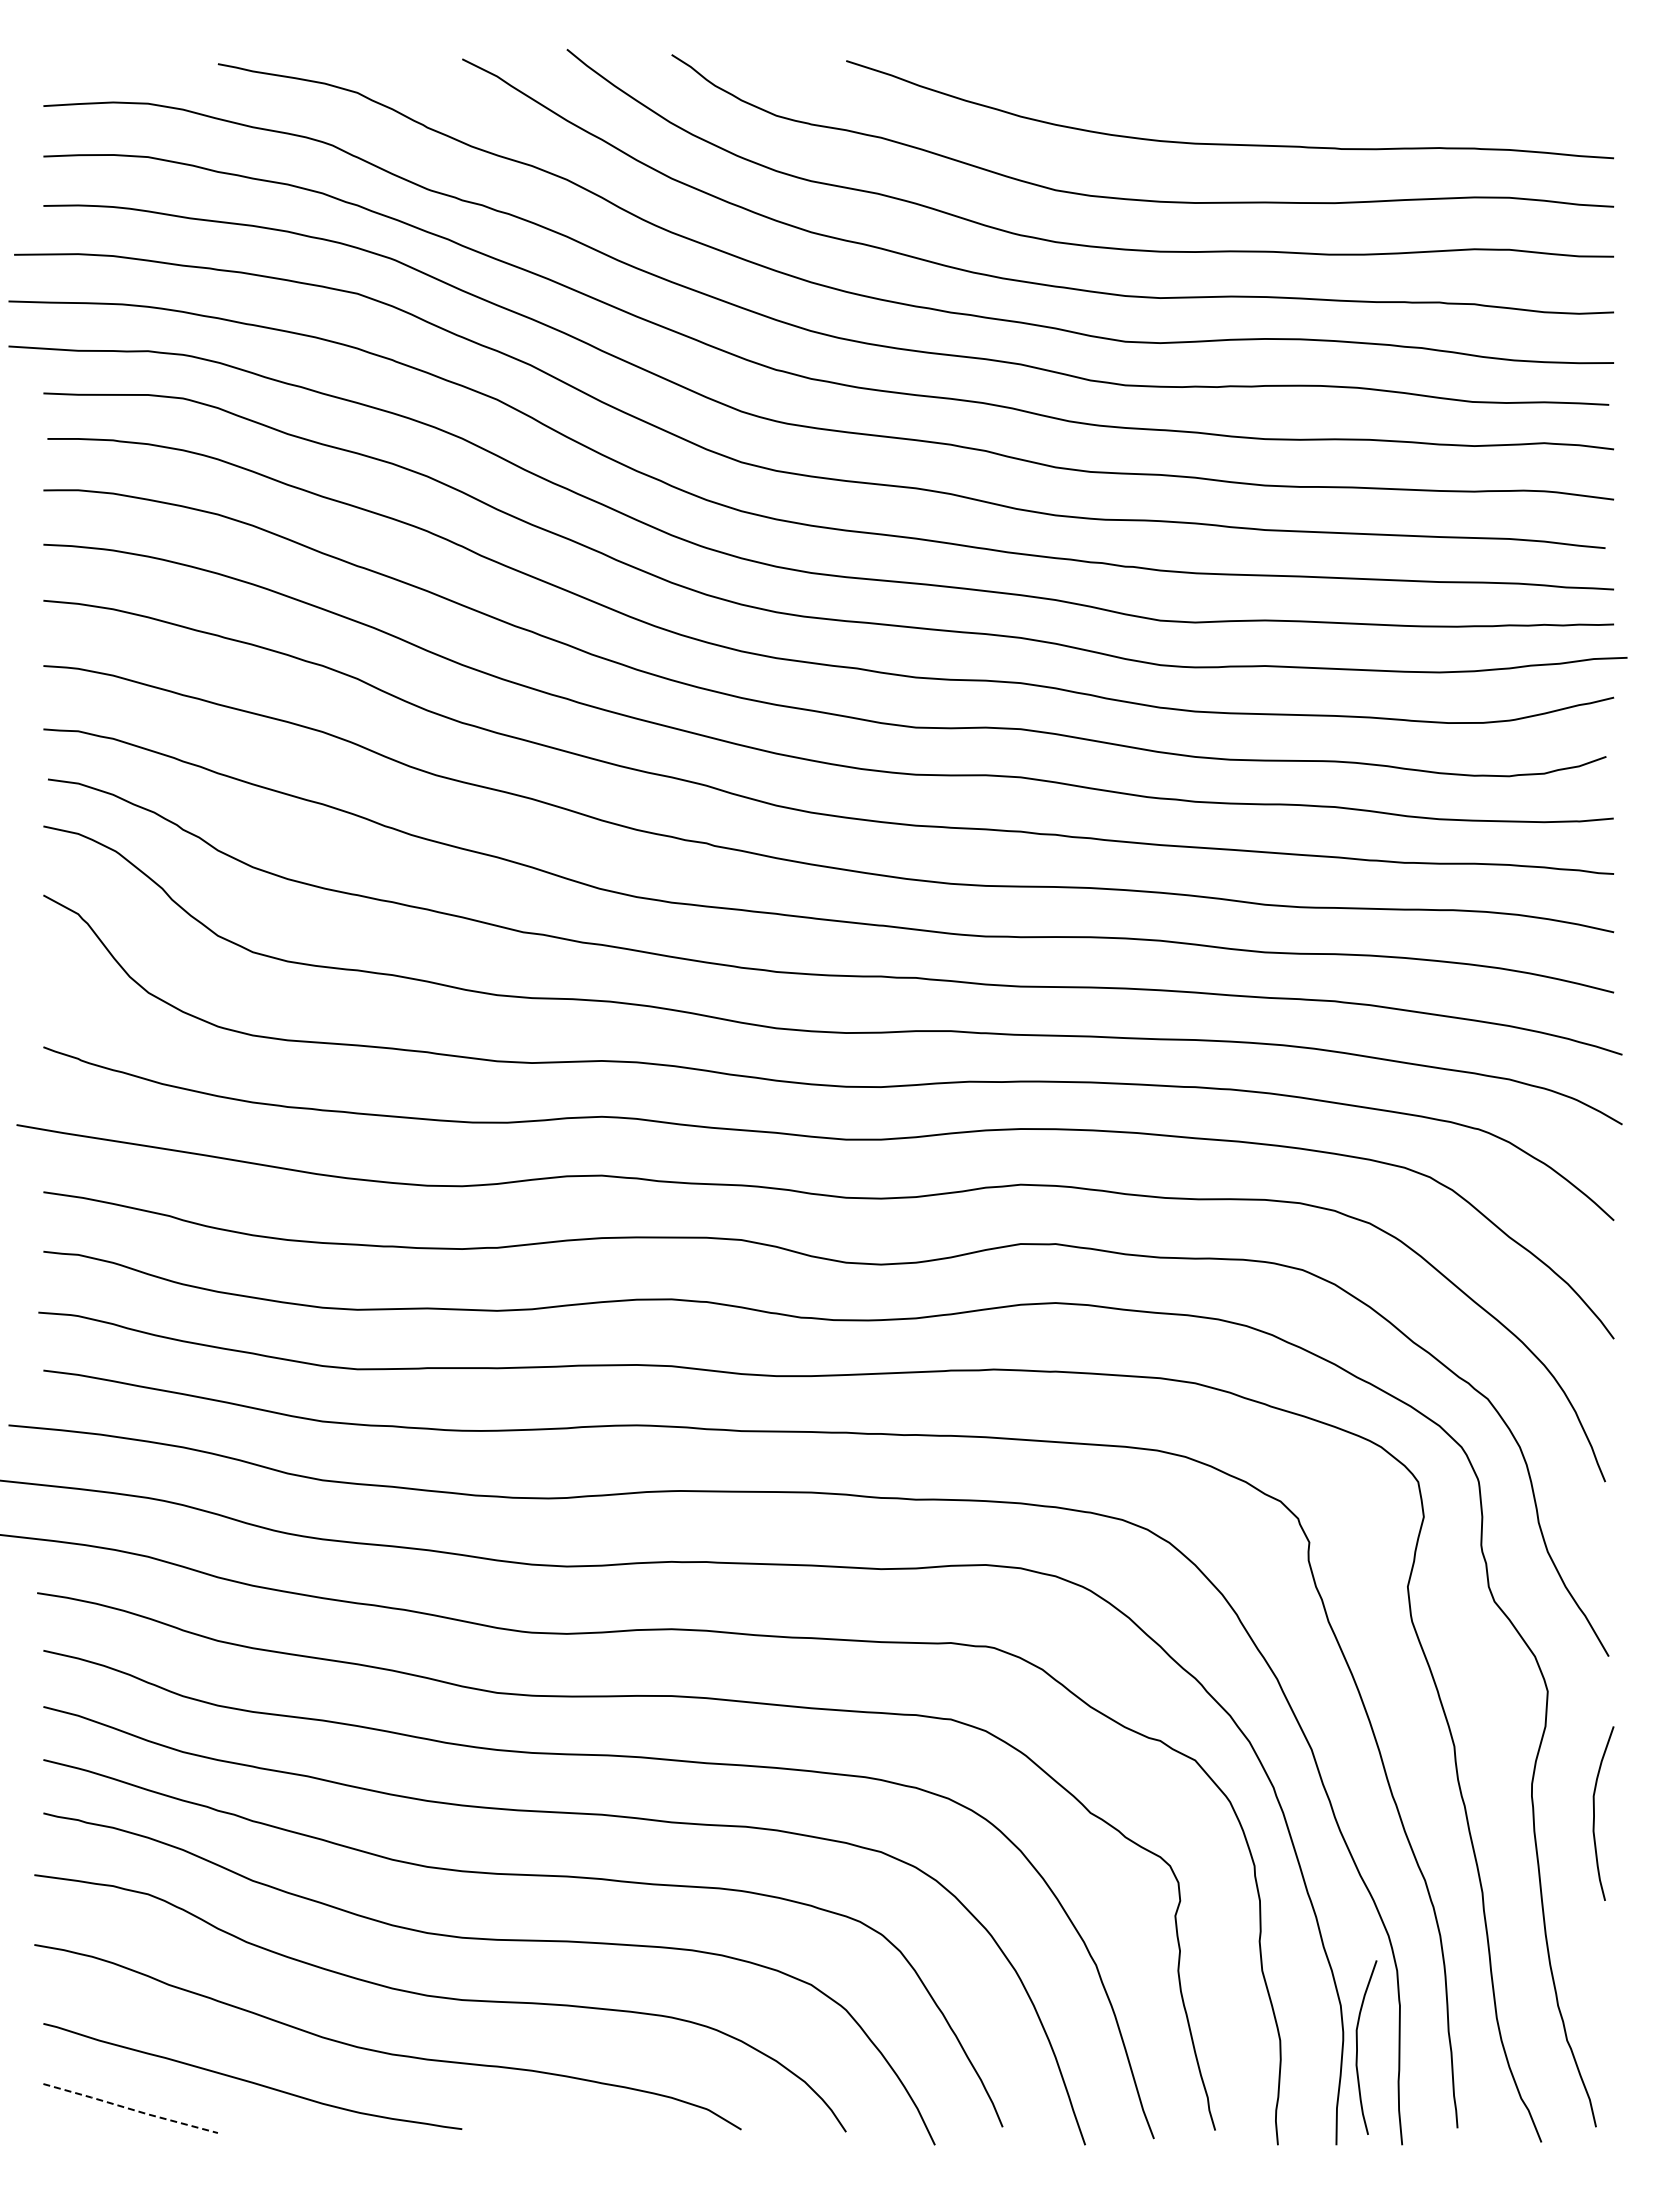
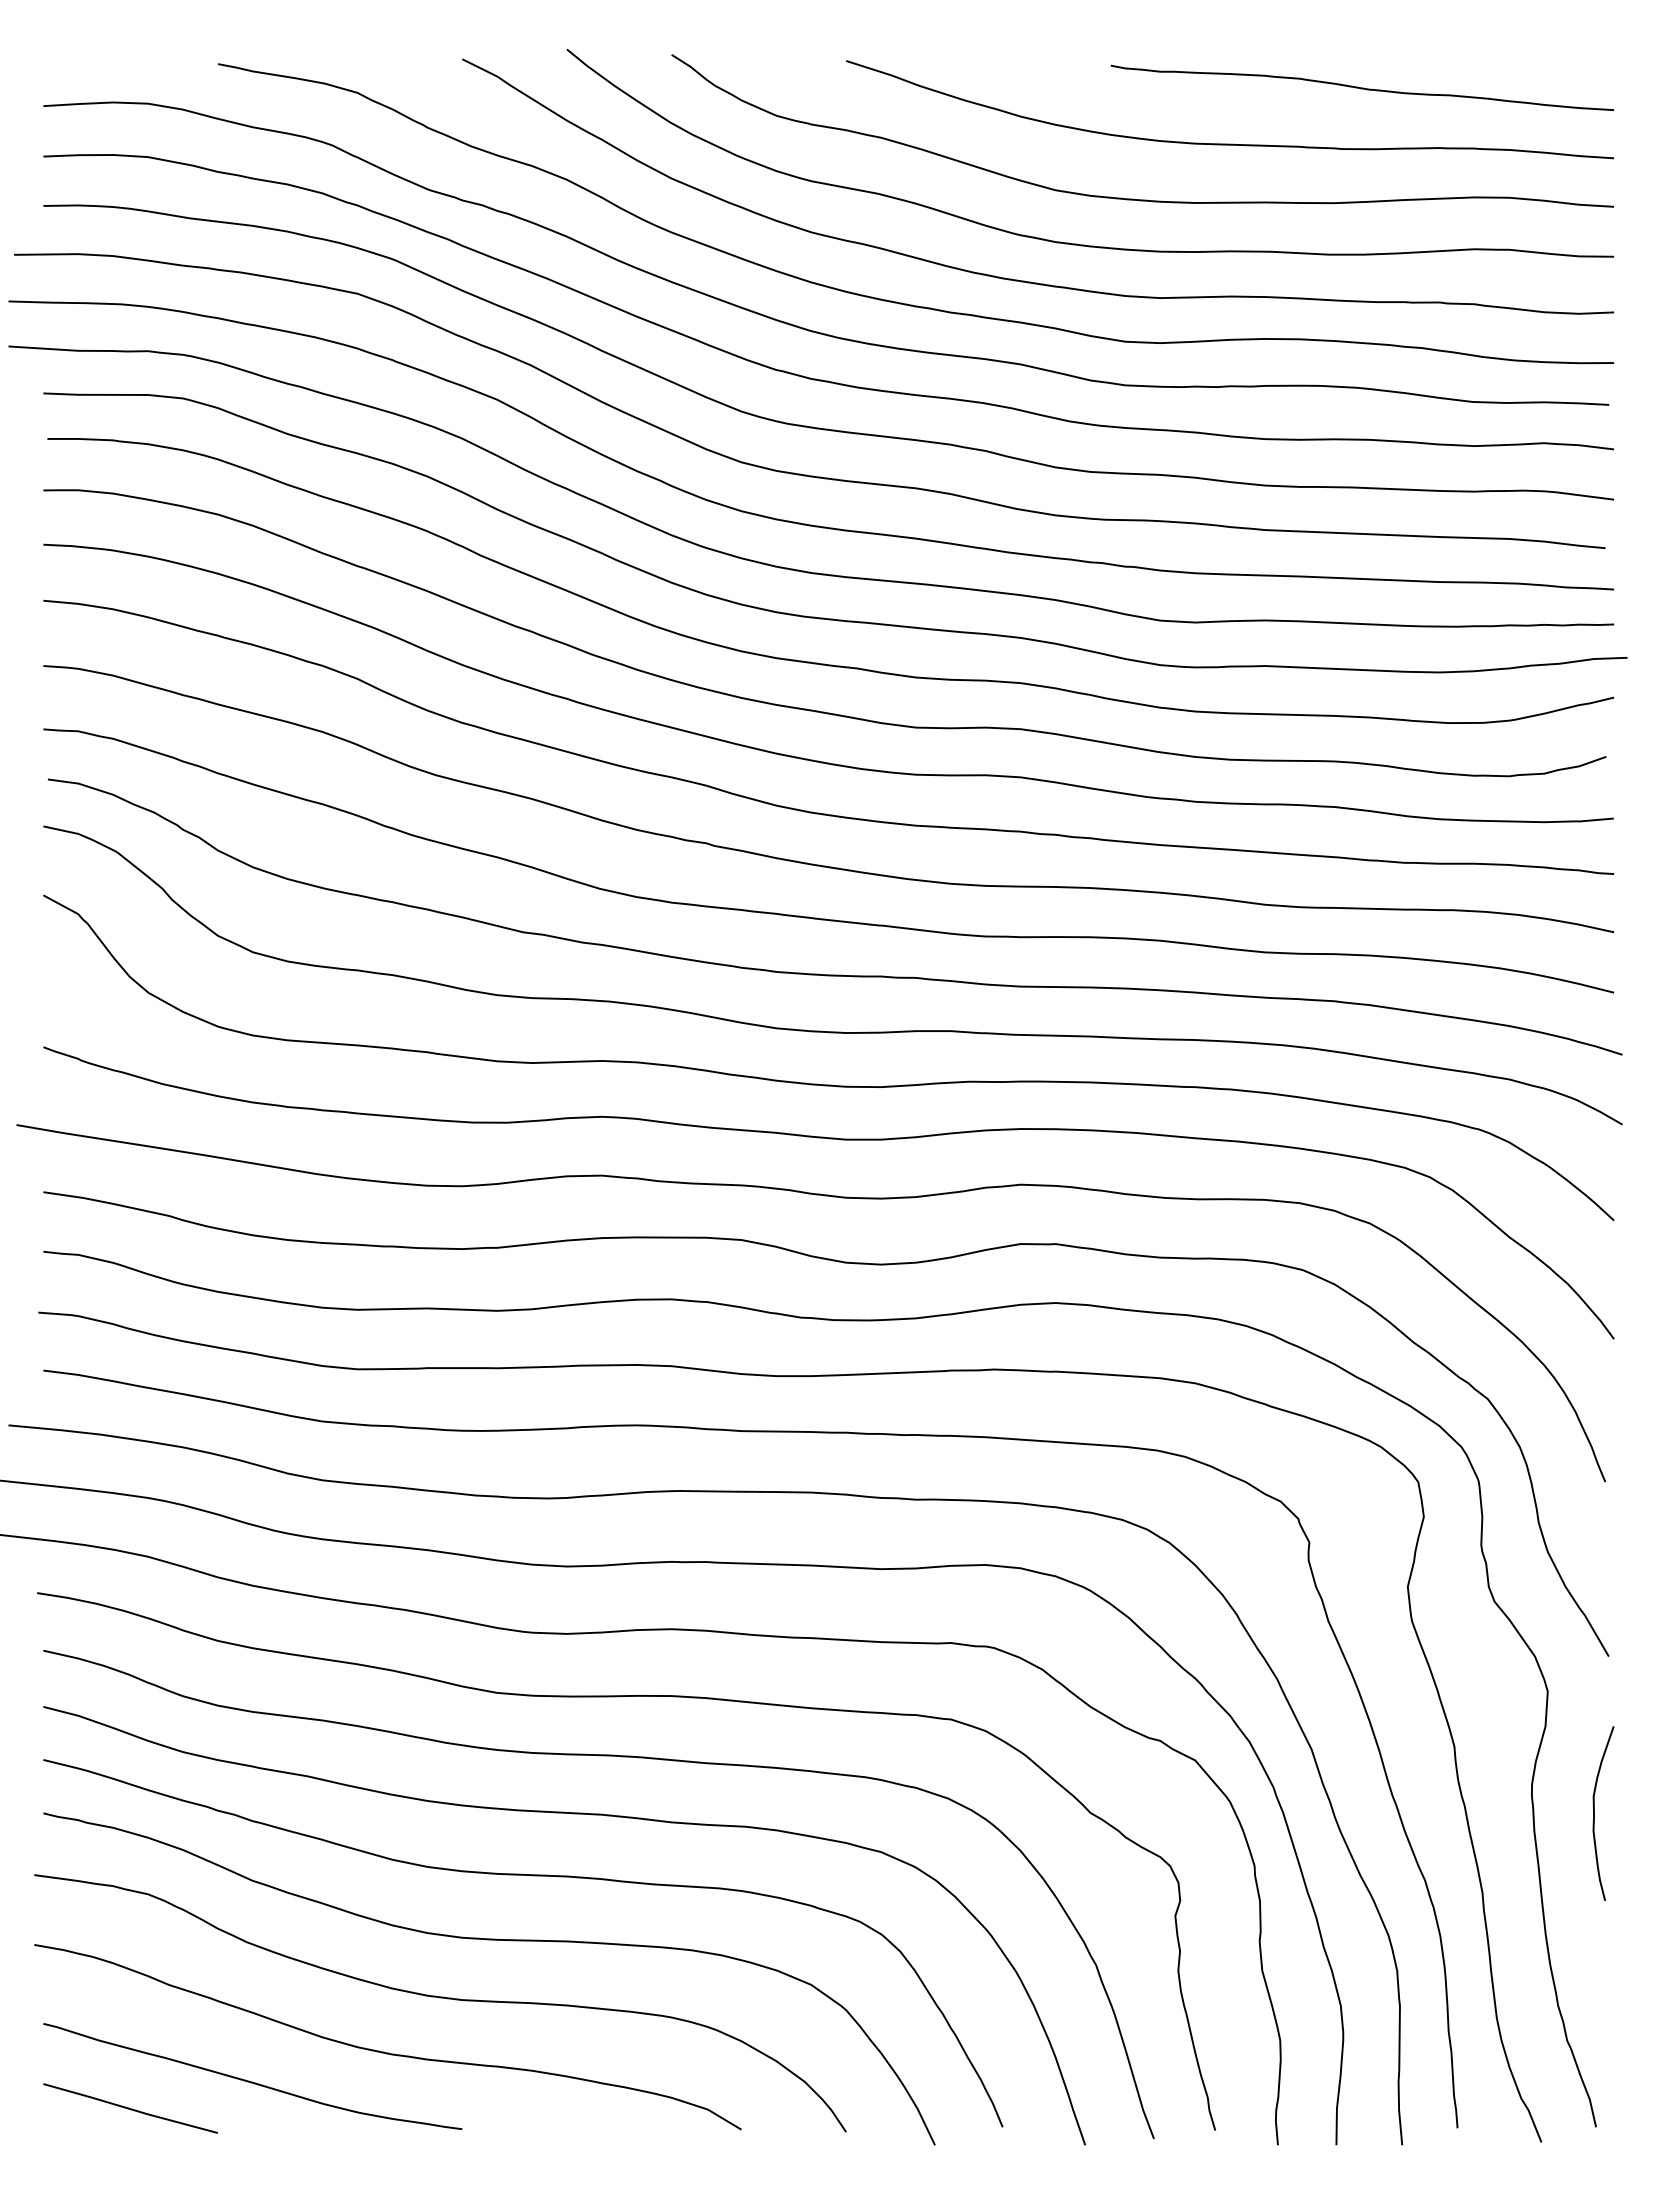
curve at (1362, 87): none -> present
curve at (1357, 2047): present -> none
line at (131, 2109): dashed -> solid
